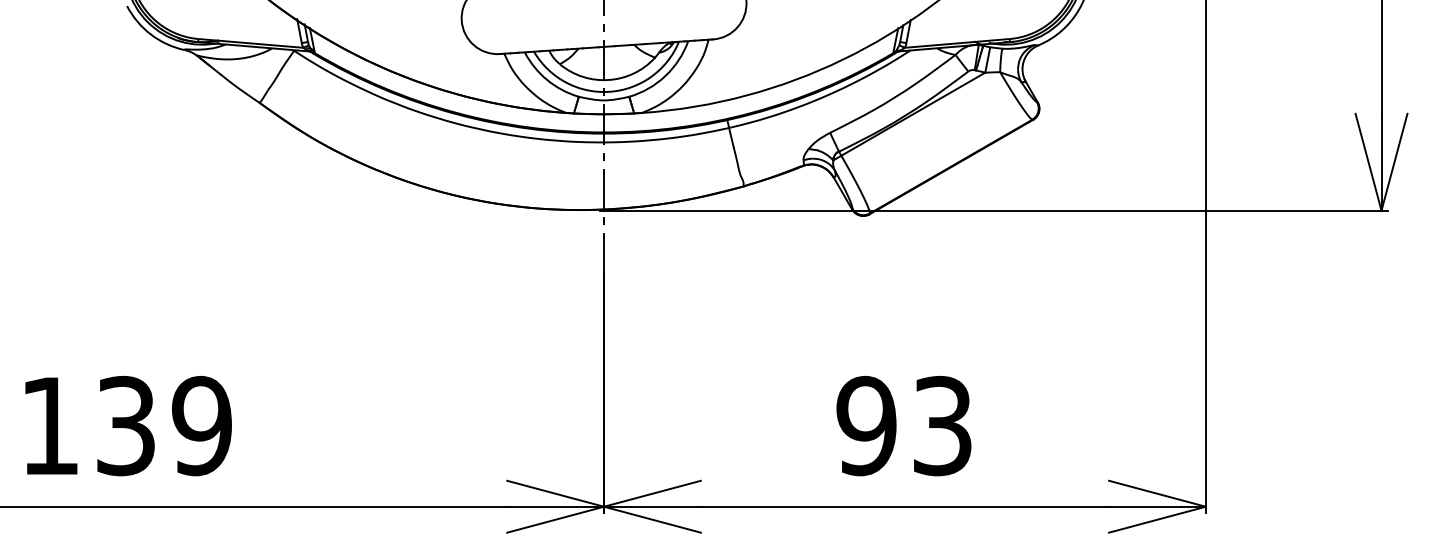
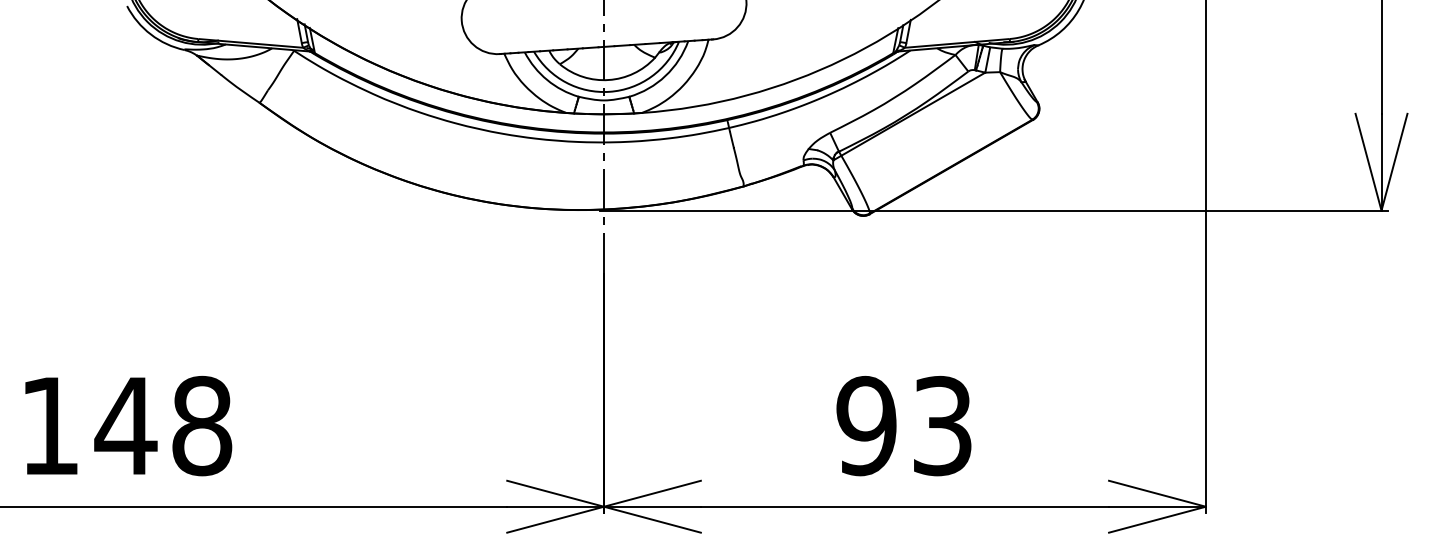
text at (163, 425): 139 -> 148
